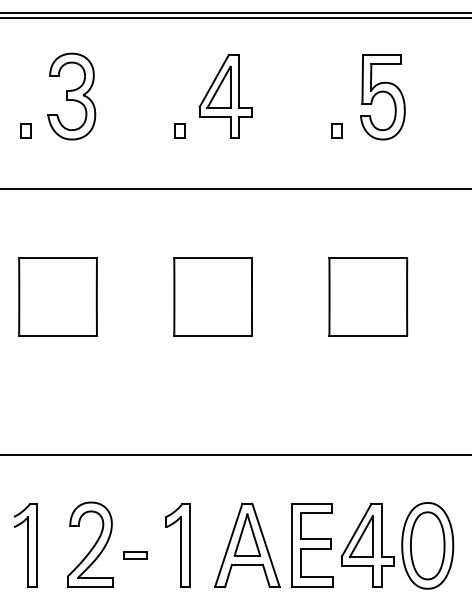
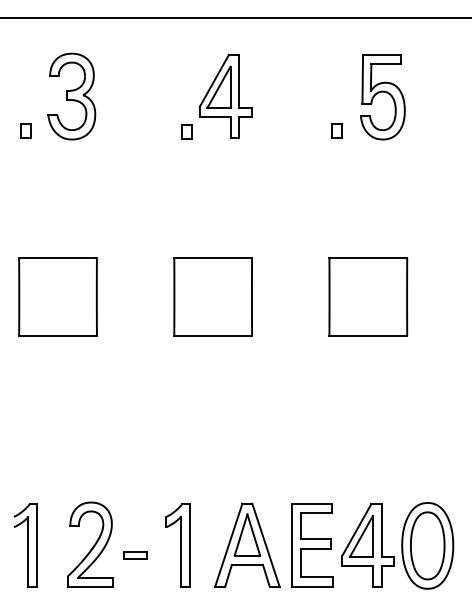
line at (235, 12): present -> none
part at (179, 130) position: (179, 130) -> (186, 131)
line at (235, 189): present -> none
line at (235, 454): present -> none
